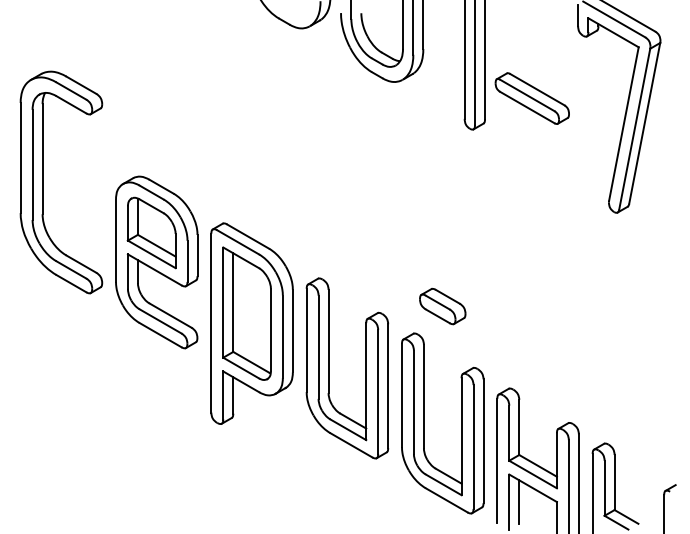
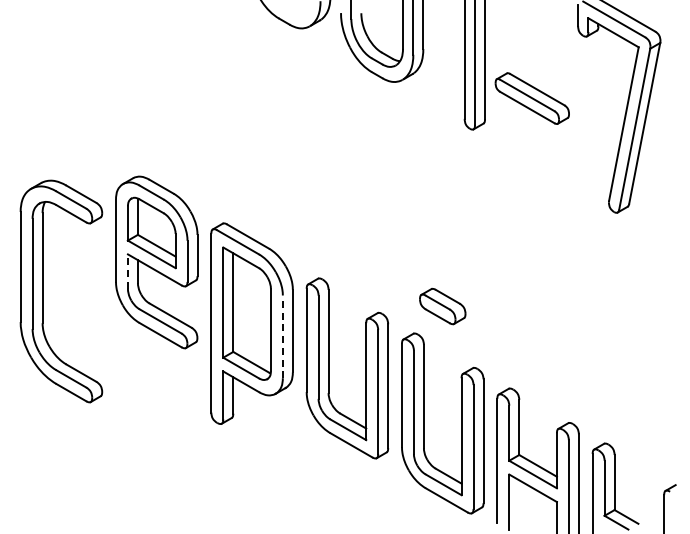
part at (43, 182) position: (43, 182) -> (43, 291)
line at (127, 271): solid -> dashed
line at (282, 336): solid -> dashed
line at (519, 501): present -> none
